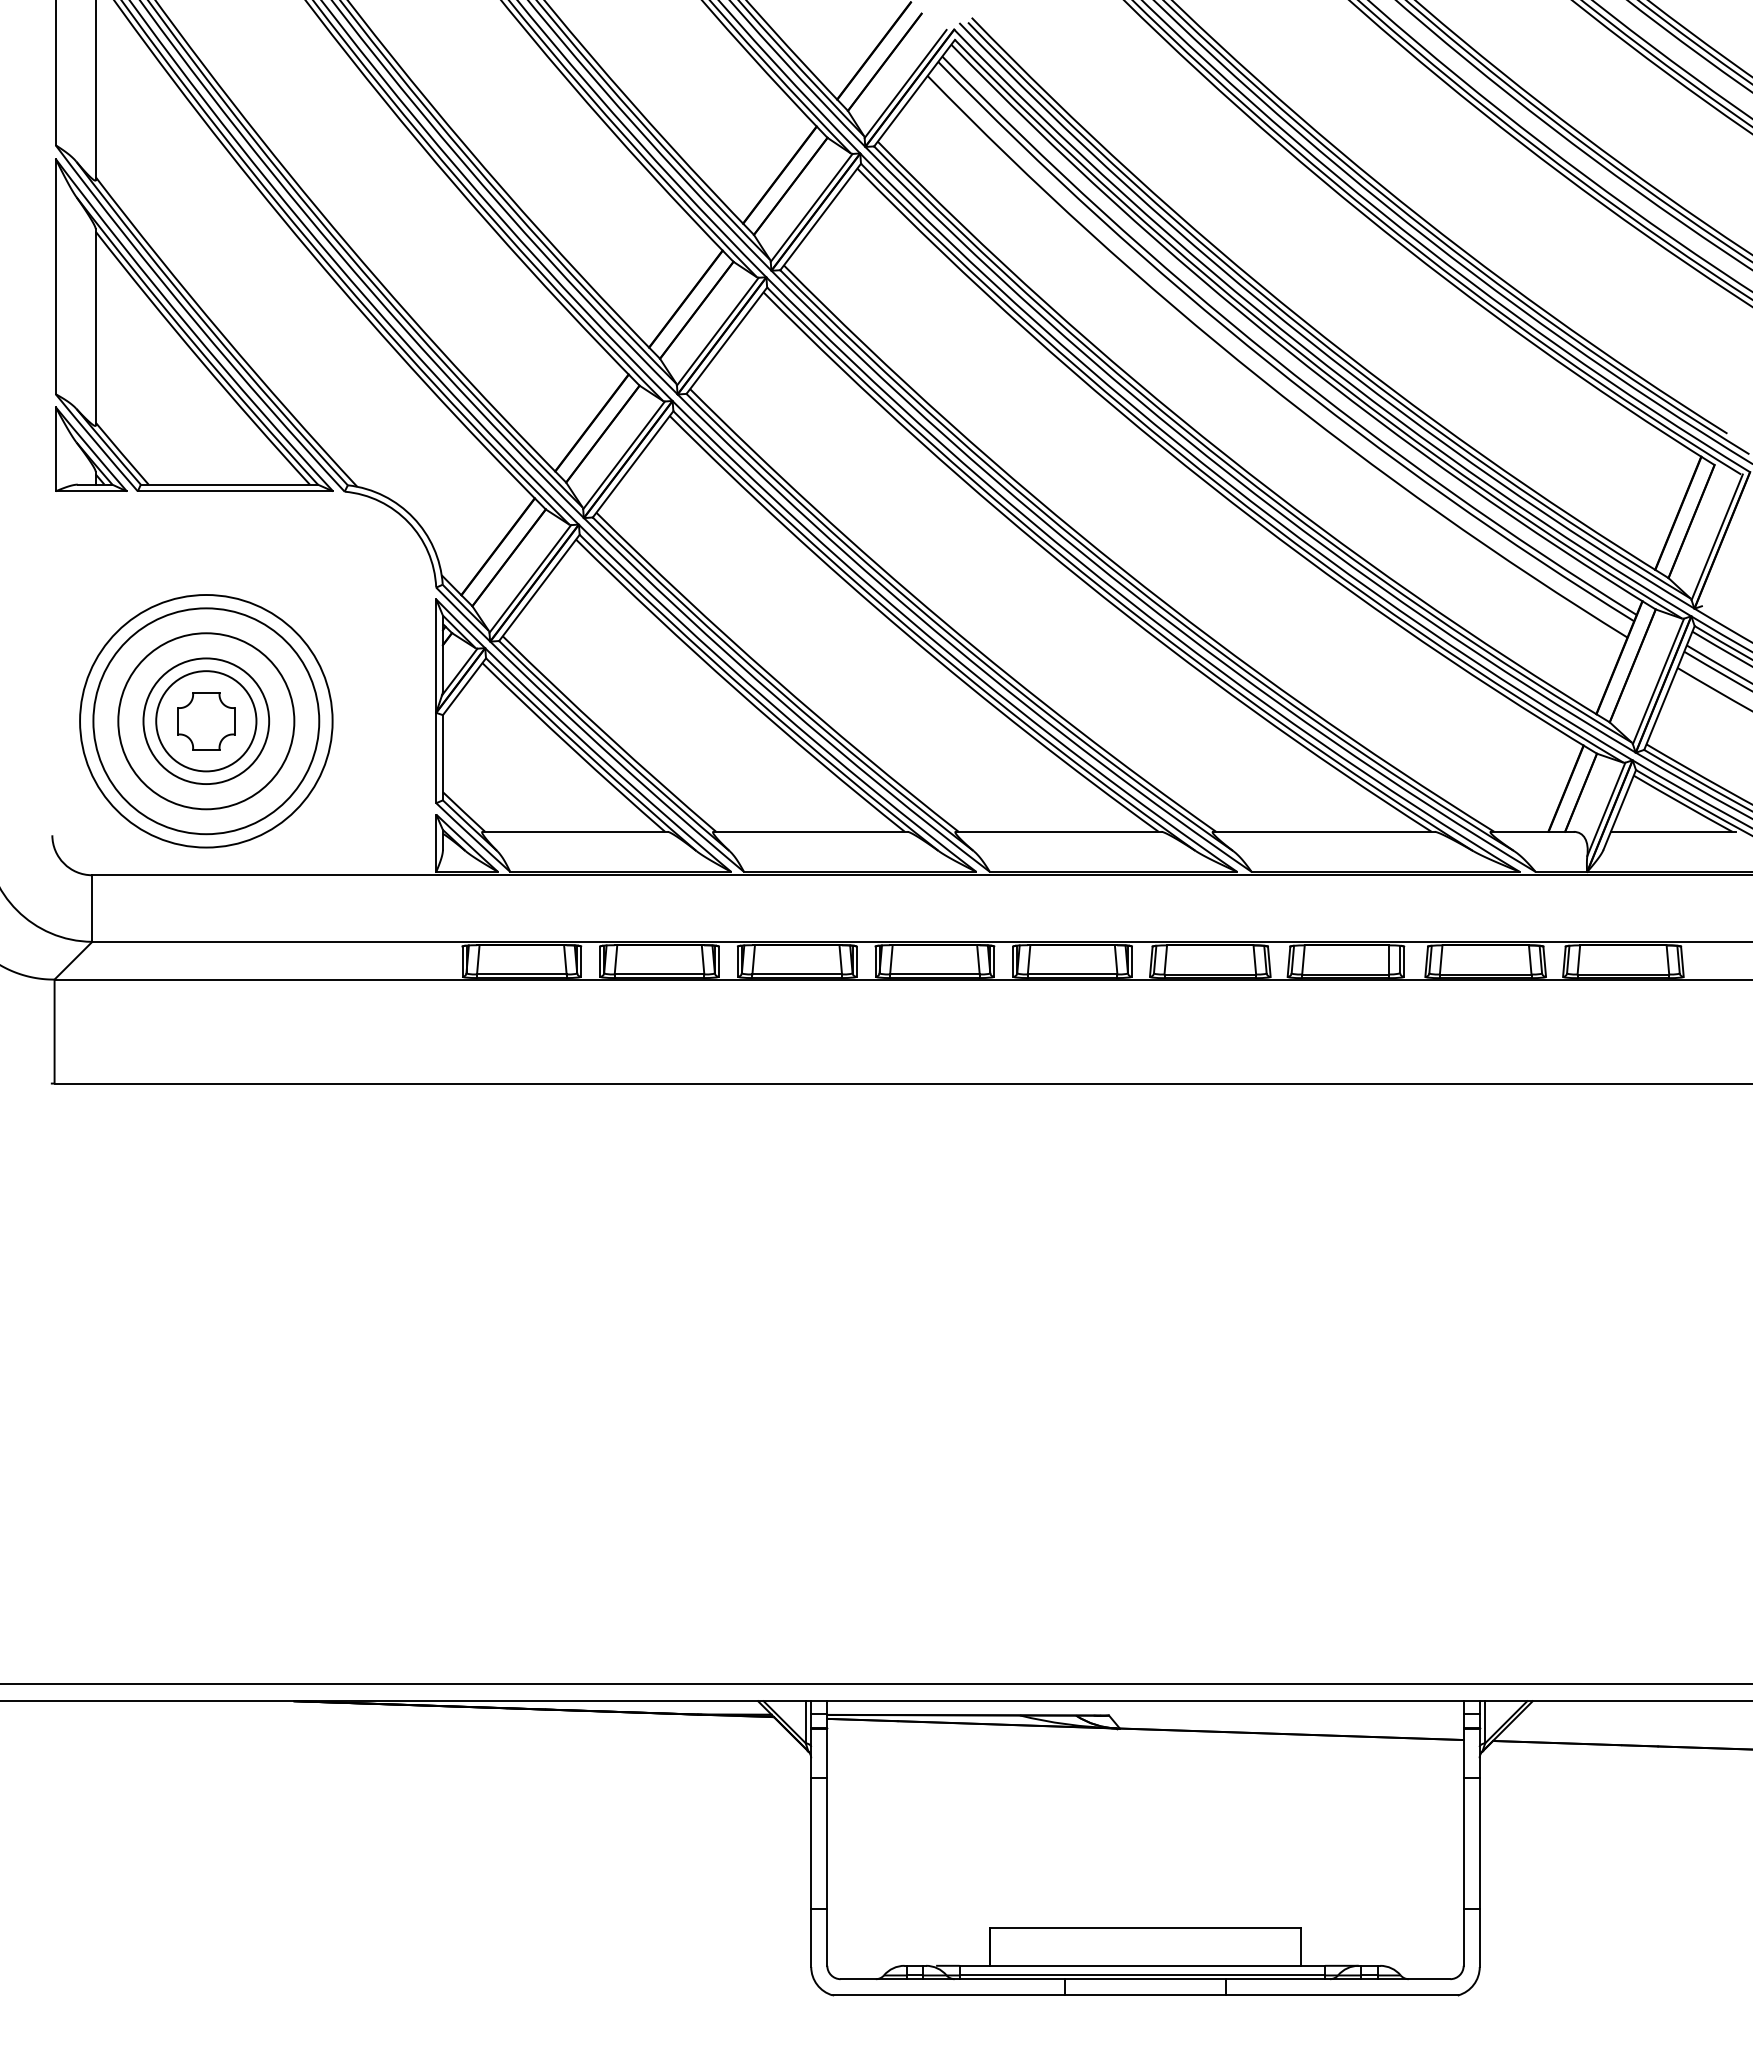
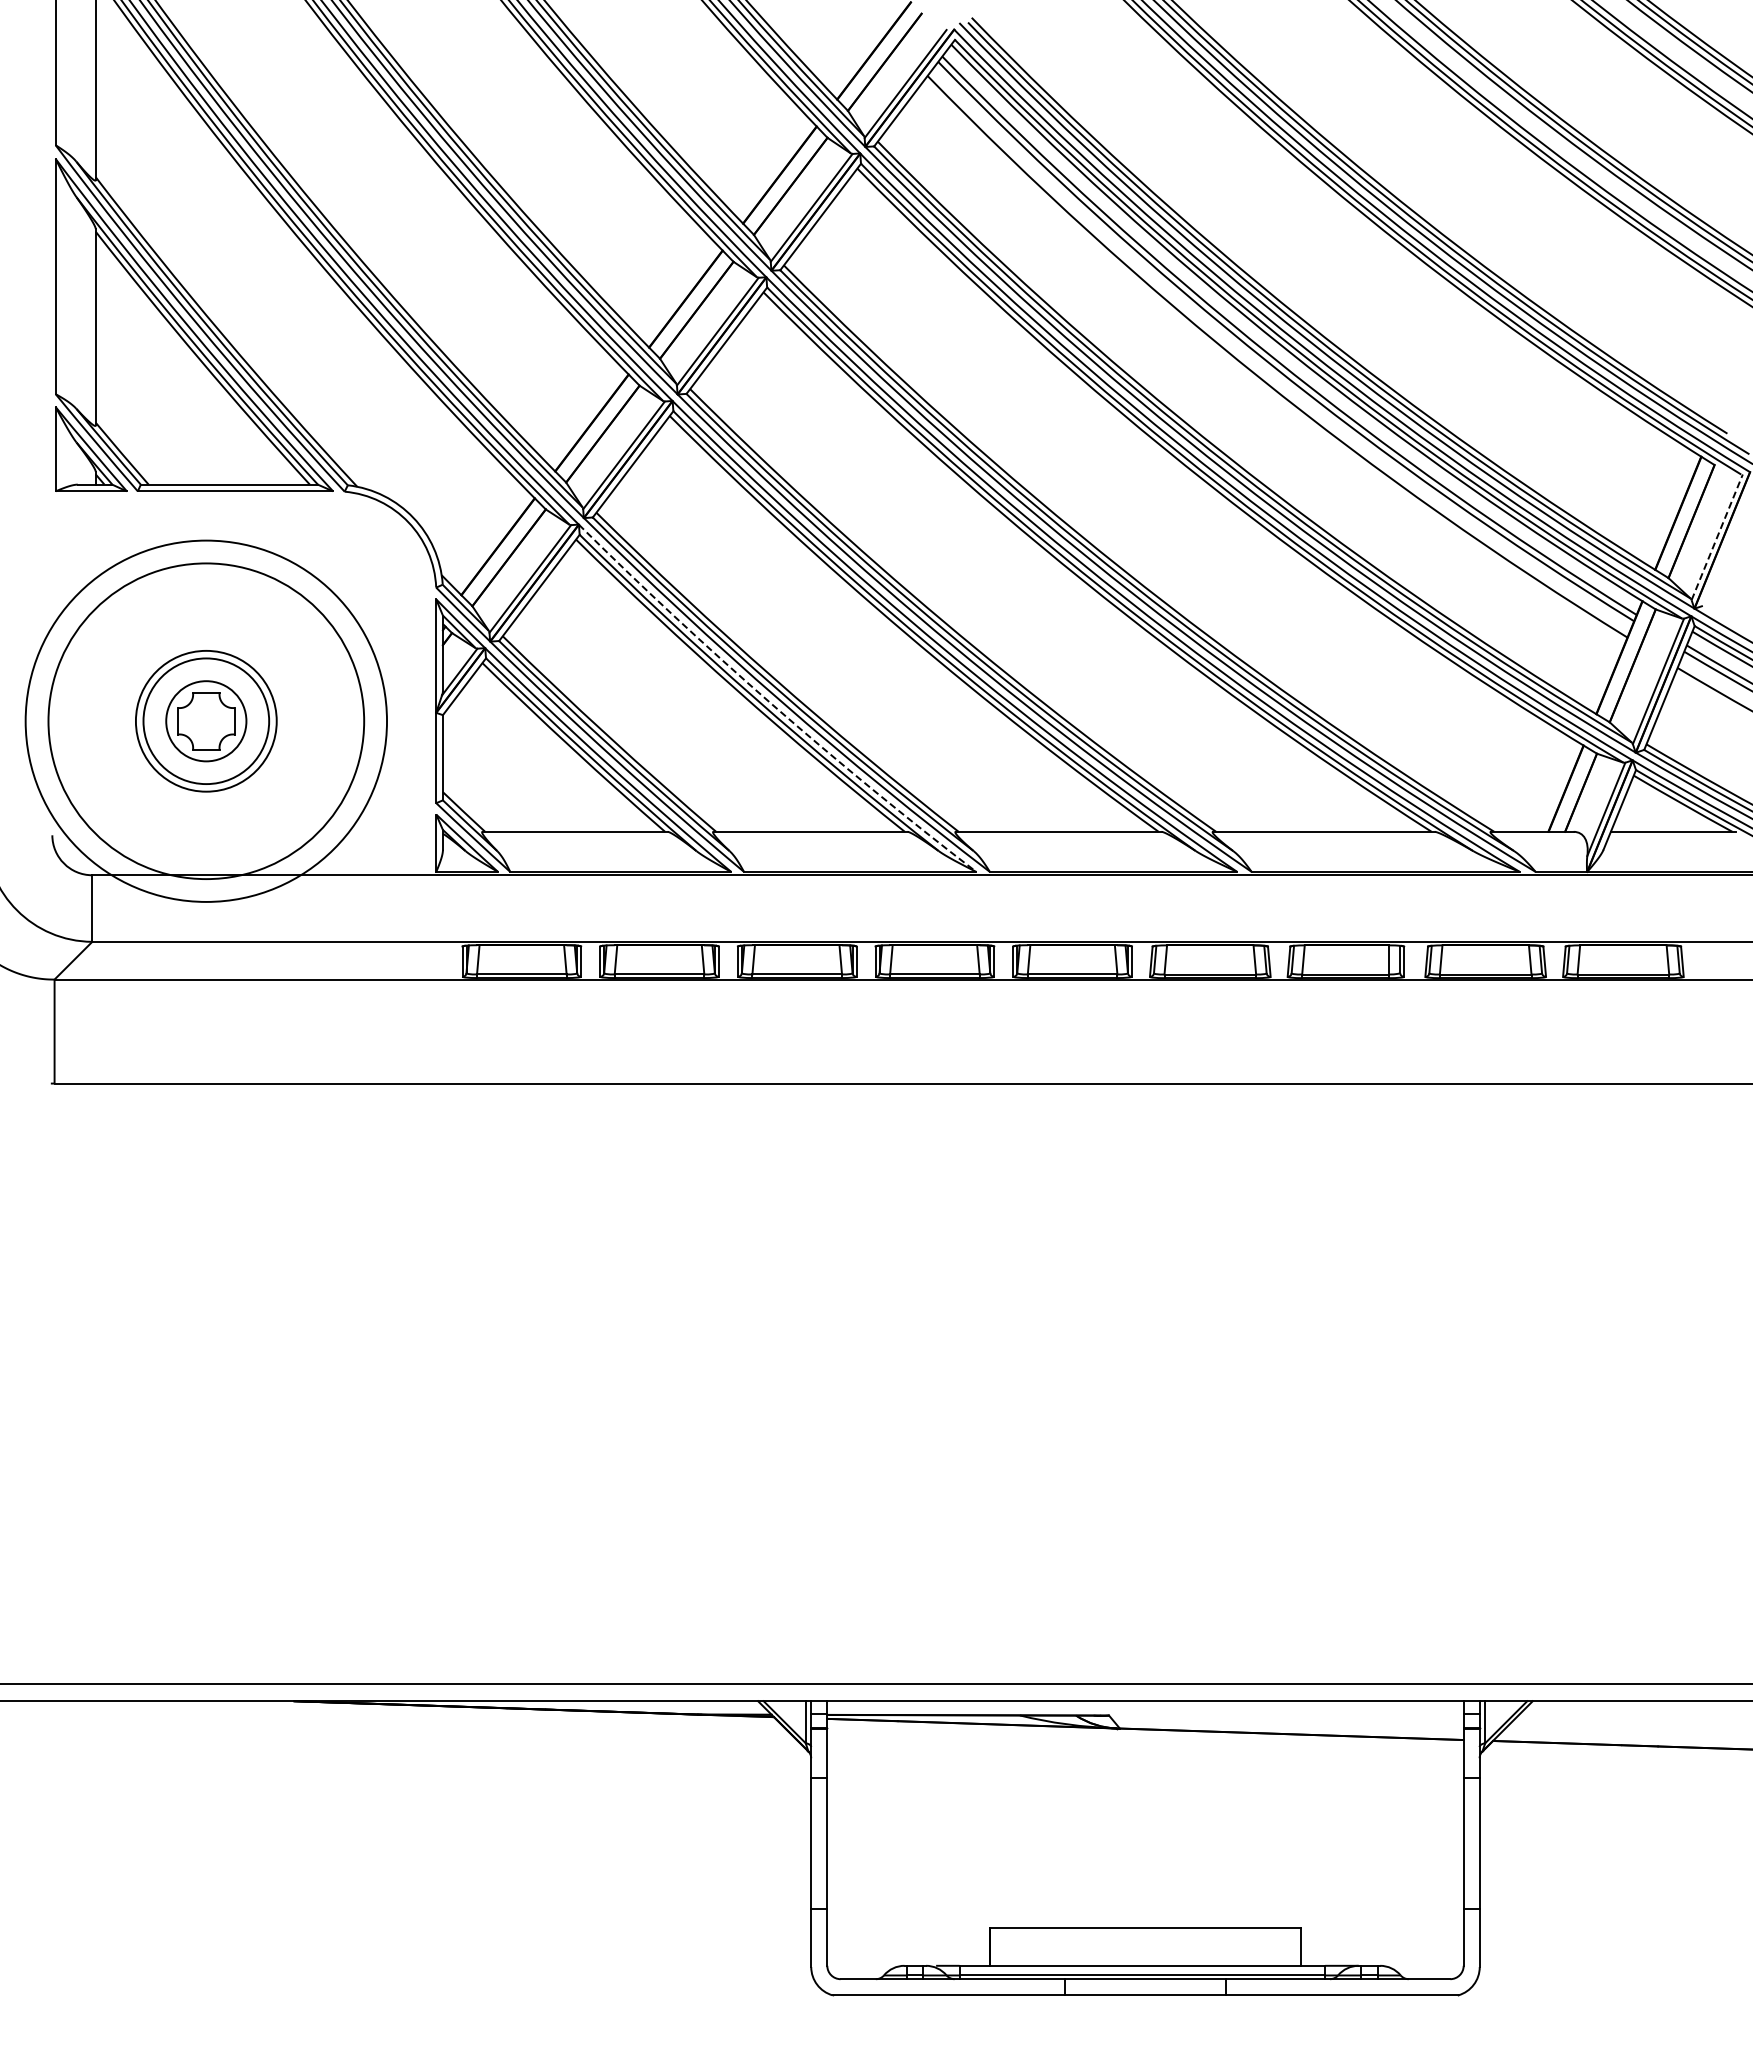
line at (1717, 537): solid -> dashed
arc at (772, 704): solid -> dashed
circle at (206, 721) diameter: 100 px -> 80 px
circle at (206, 721) diameter: 176 px -> 141 px
circle at (206, 721) diameter: 226 px -> 361 px
circle at (206, 721) diameter: 253 px -> 316 px
